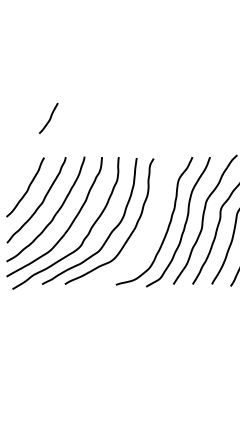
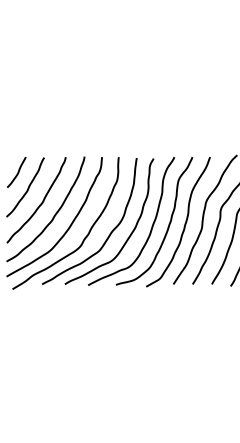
curve at (49, 117) position: (49, 117) -> (17, 171)
curve at (151, 226): none -> present
